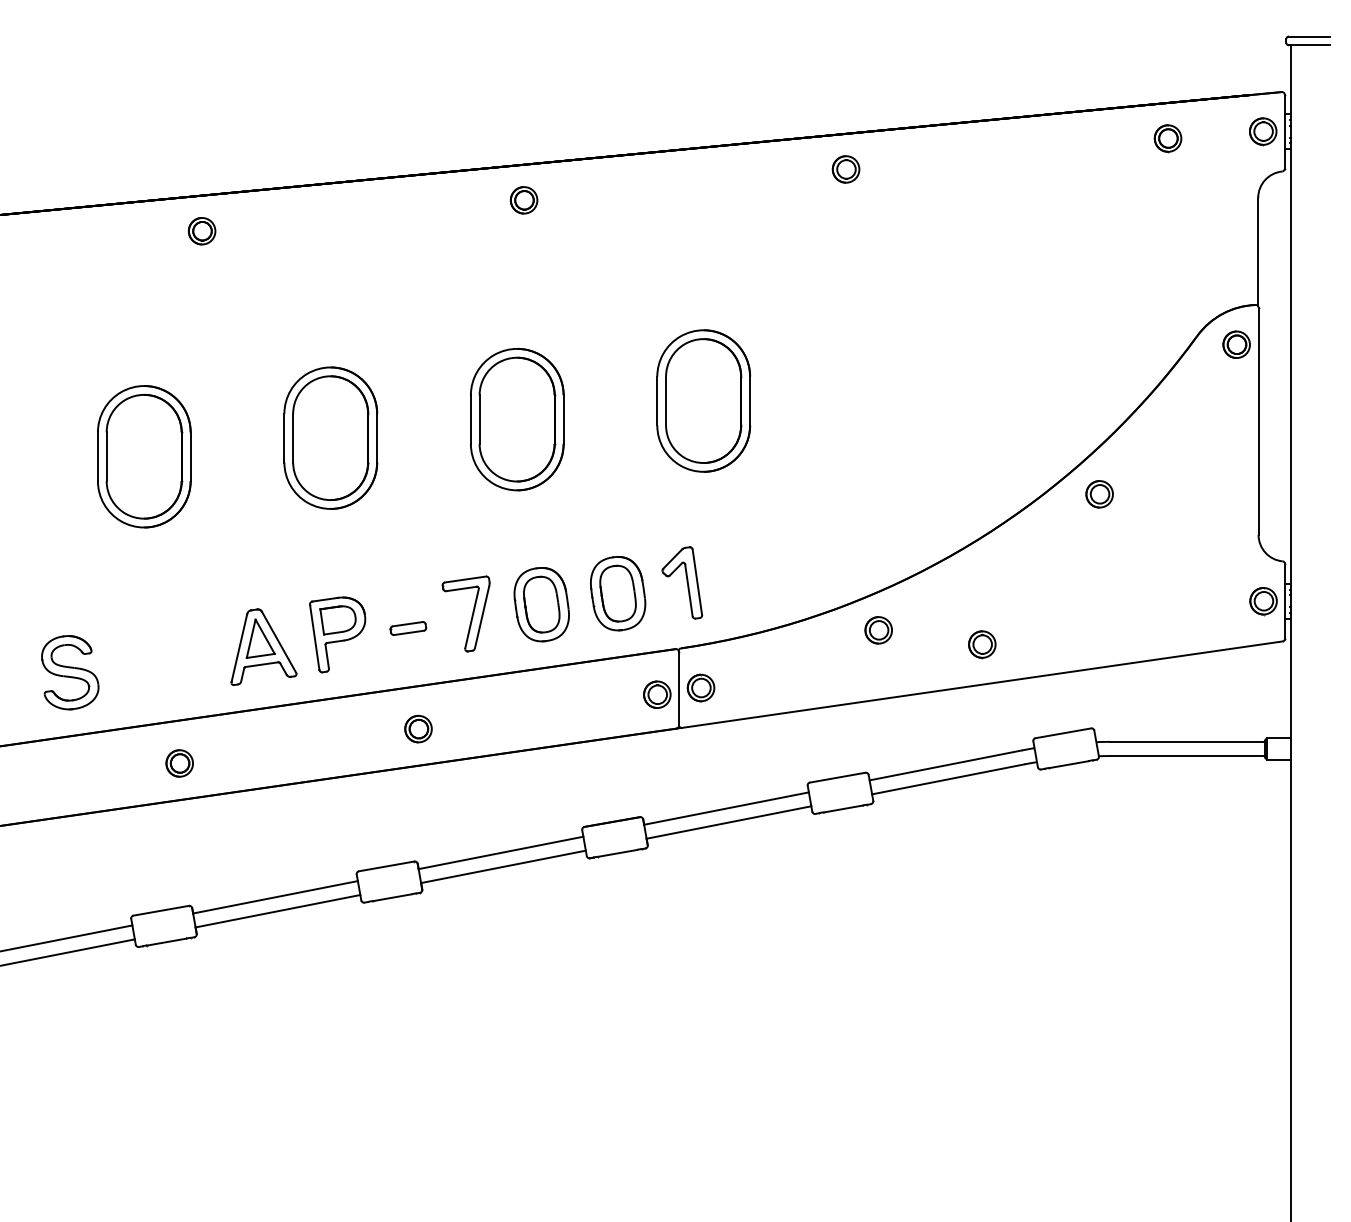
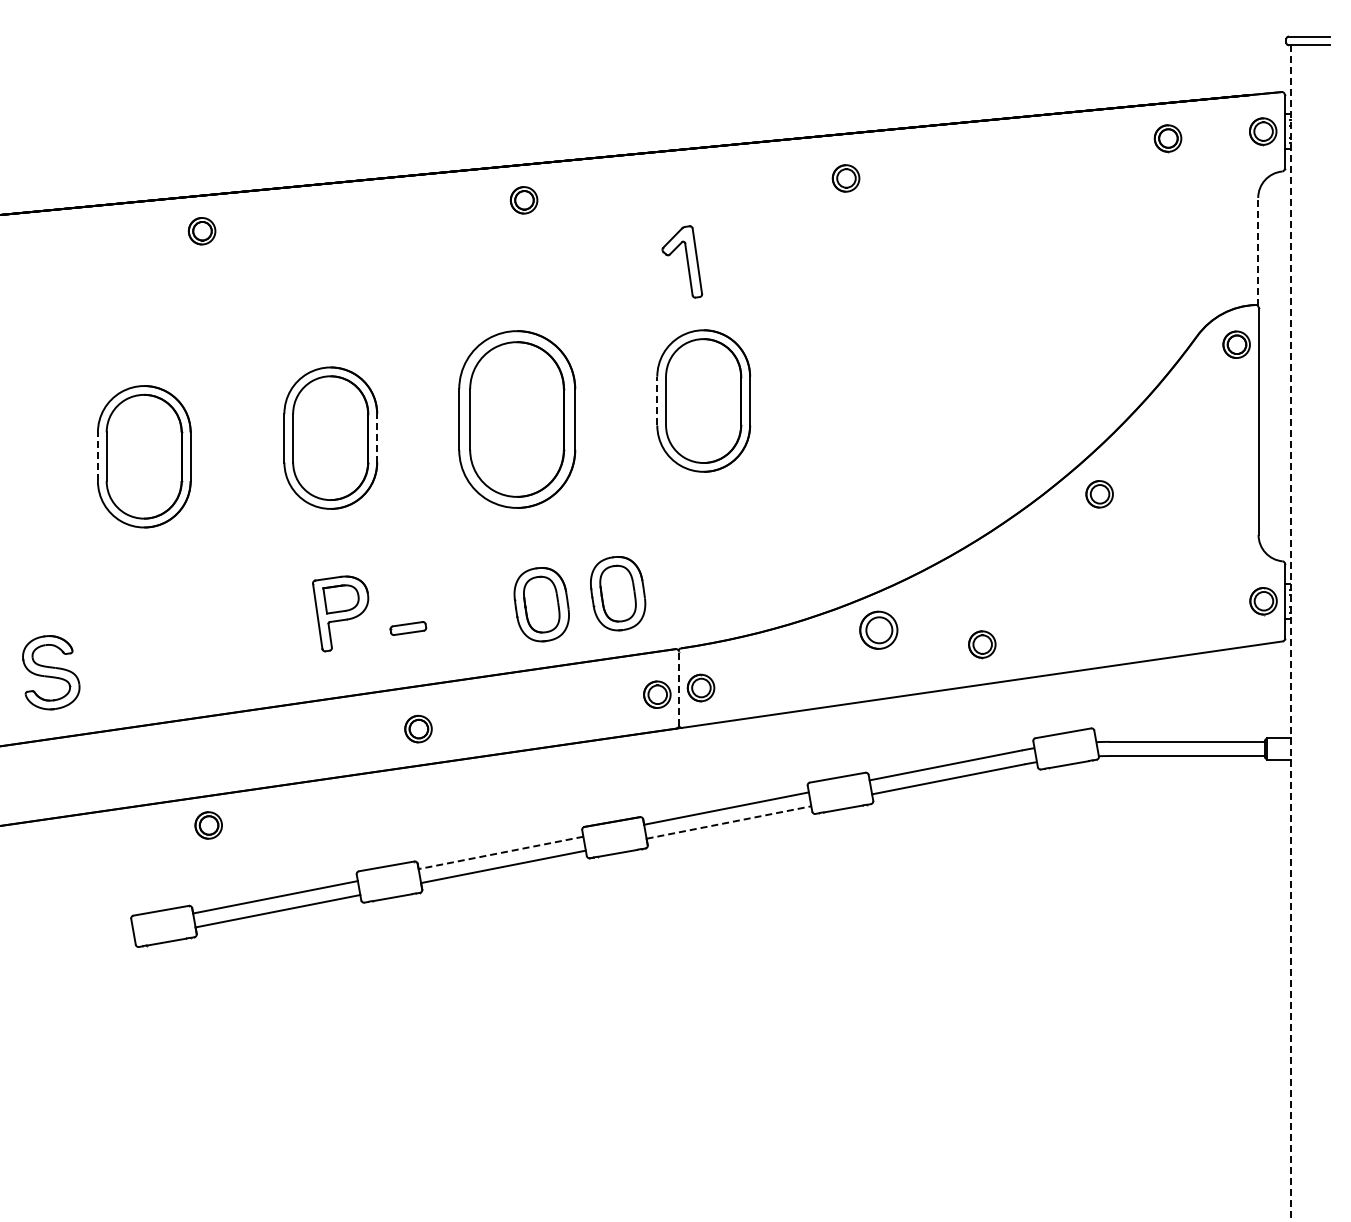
part at (845, 169) position: (845, 169) -> (845, 178)
line at (1258, 251): solid -> dashed
line at (657, 400): solid -> dashed
part at (517, 419) size: 95x144 px -> 119x179 px
line at (377, 437): solid -> dashed
line at (97, 456): solid -> dashed
part at (682, 582) position: (682, 582) -> (682, 261)
part at (471, 615): present -> none
part at (878, 630) size: 29x29 px -> 40x40 px
line at (1290, 633): solid -> dashed
part at (337, 634) position: (337, 634) -> (340, 613)
part at (263, 646): present -> none
part at (70, 672) position: (70, 672) -> (51, 672)
line at (678, 688): solid -> dashed
part at (179, 763) position: (179, 763) -> (208, 825)
line at (728, 822): solid -> dashed
line at (501, 852): solid -> dashed
line at (67, 938): present -> none
line at (68, 952): present -> none
